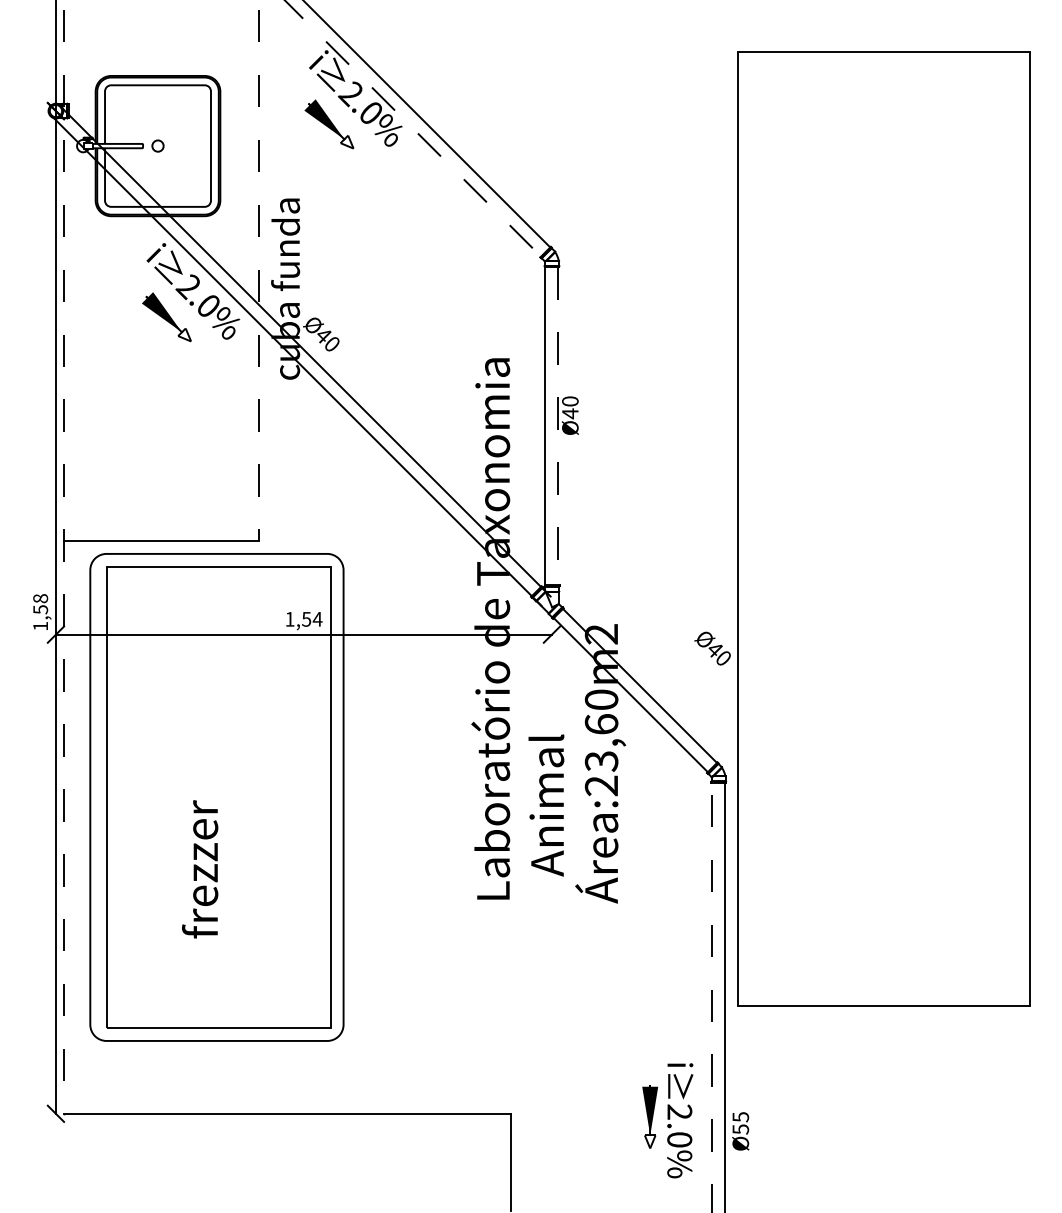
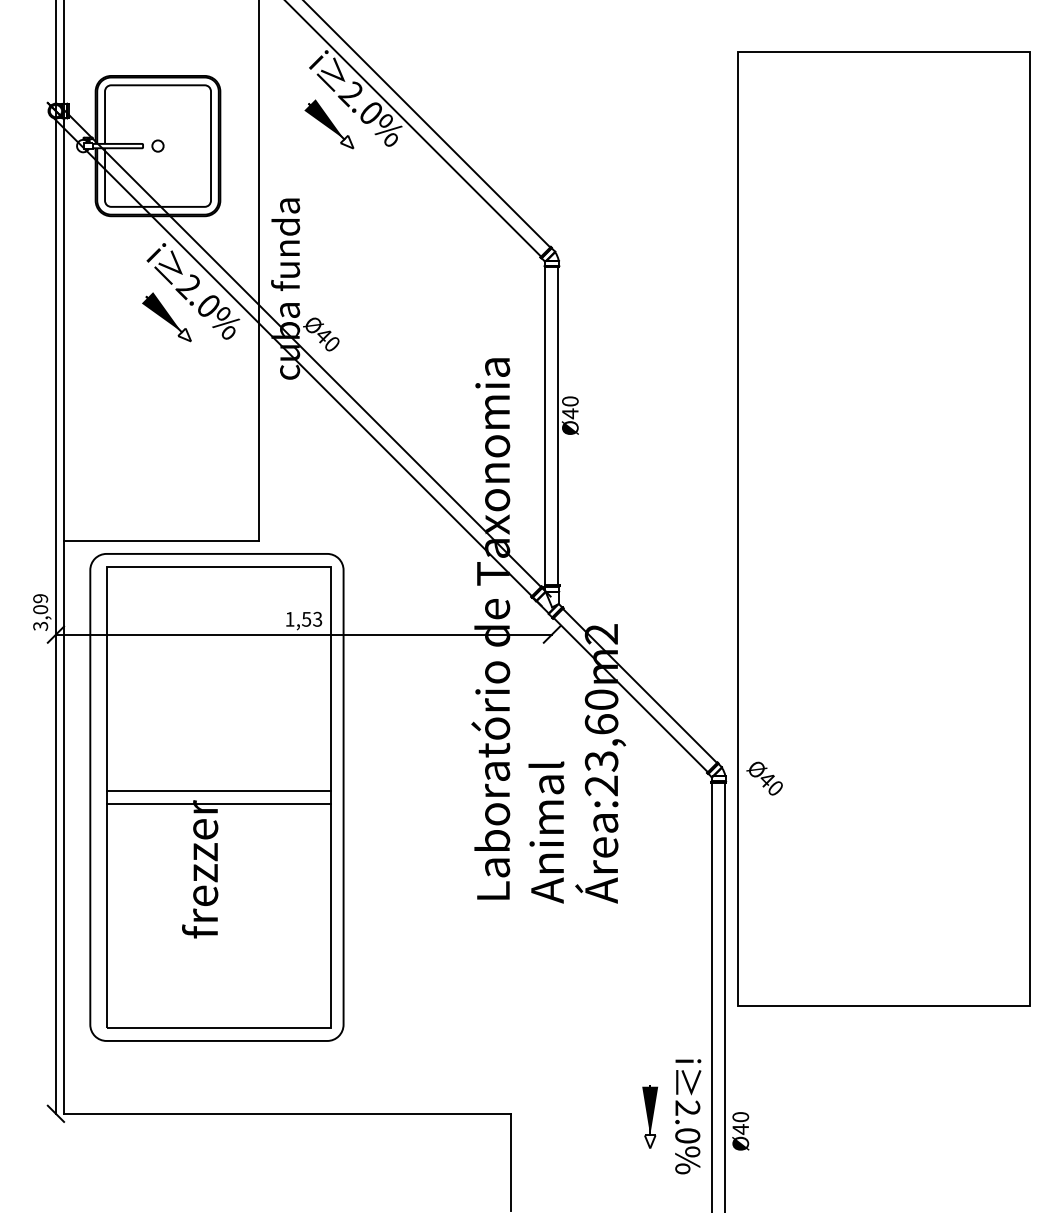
line at (413, 128): dashed -> solid
line at (259, 271): dashed -> solid
line at (558, 426): dashed -> solid
line at (64, 556): dashed -> solid
text at (40, 612): 1,58 -> 3,09
text at (317, 618): 1,54 -> 1,53
text at (712, 648) position: (712, 648) -> (764, 778)
line at (218, 790): none -> present
line at (218, 803): none -> present
text at (546, 805) position: (546, 805) -> (546, 832)
line at (712, 997): dashed -> solid
text at (680, 1120) position: (680, 1120) -> (688, 1116)
text at (740, 1123): Ø55 -> Ø40
